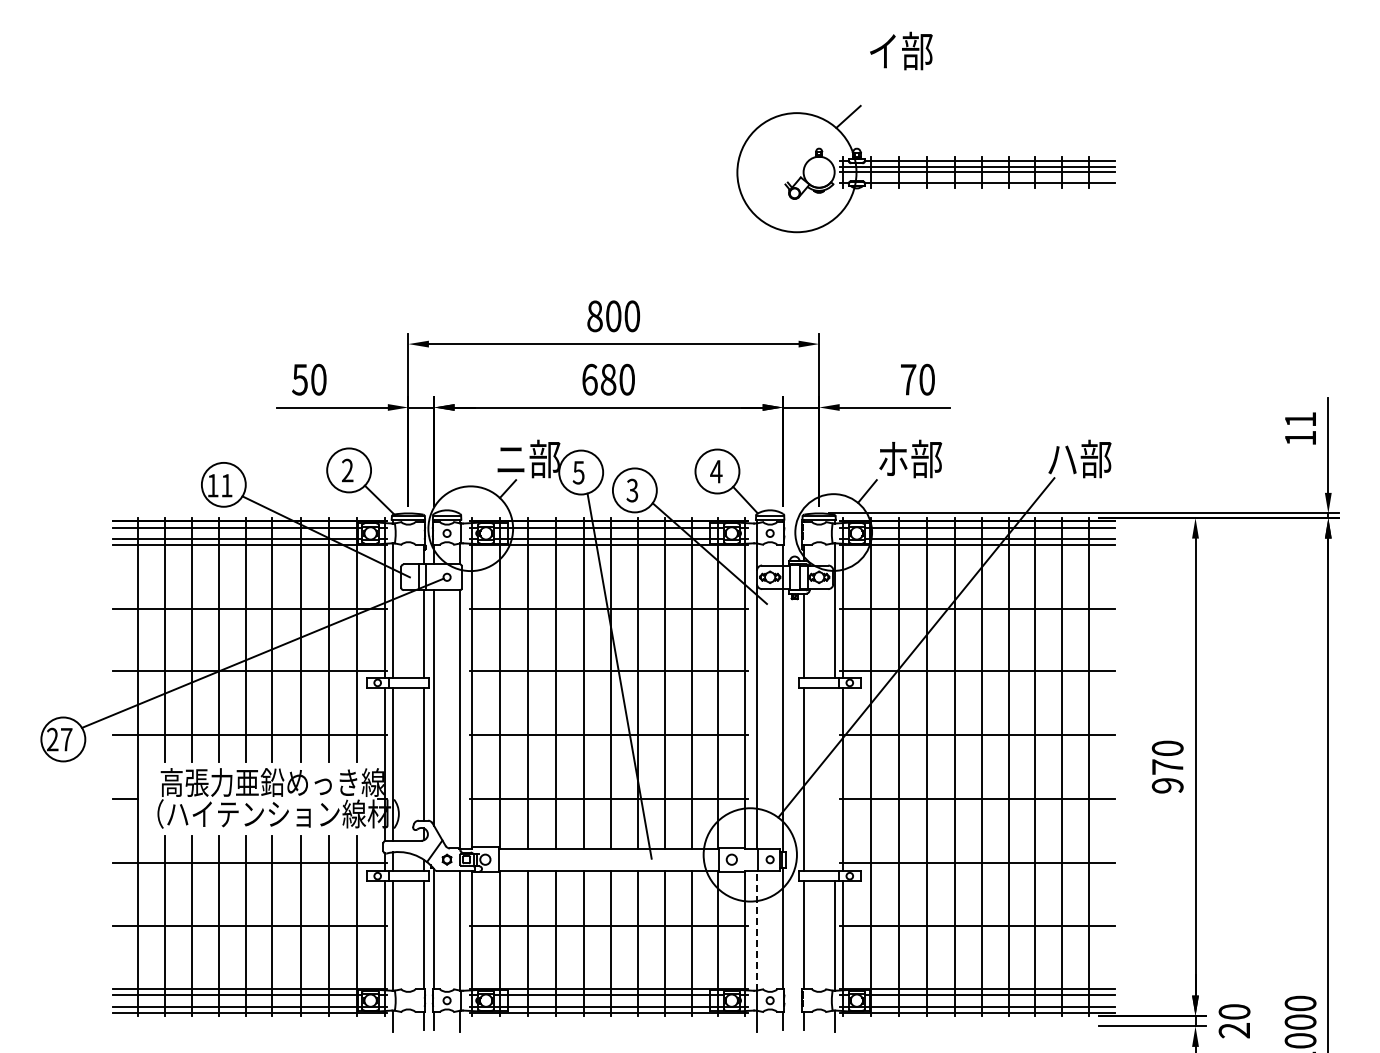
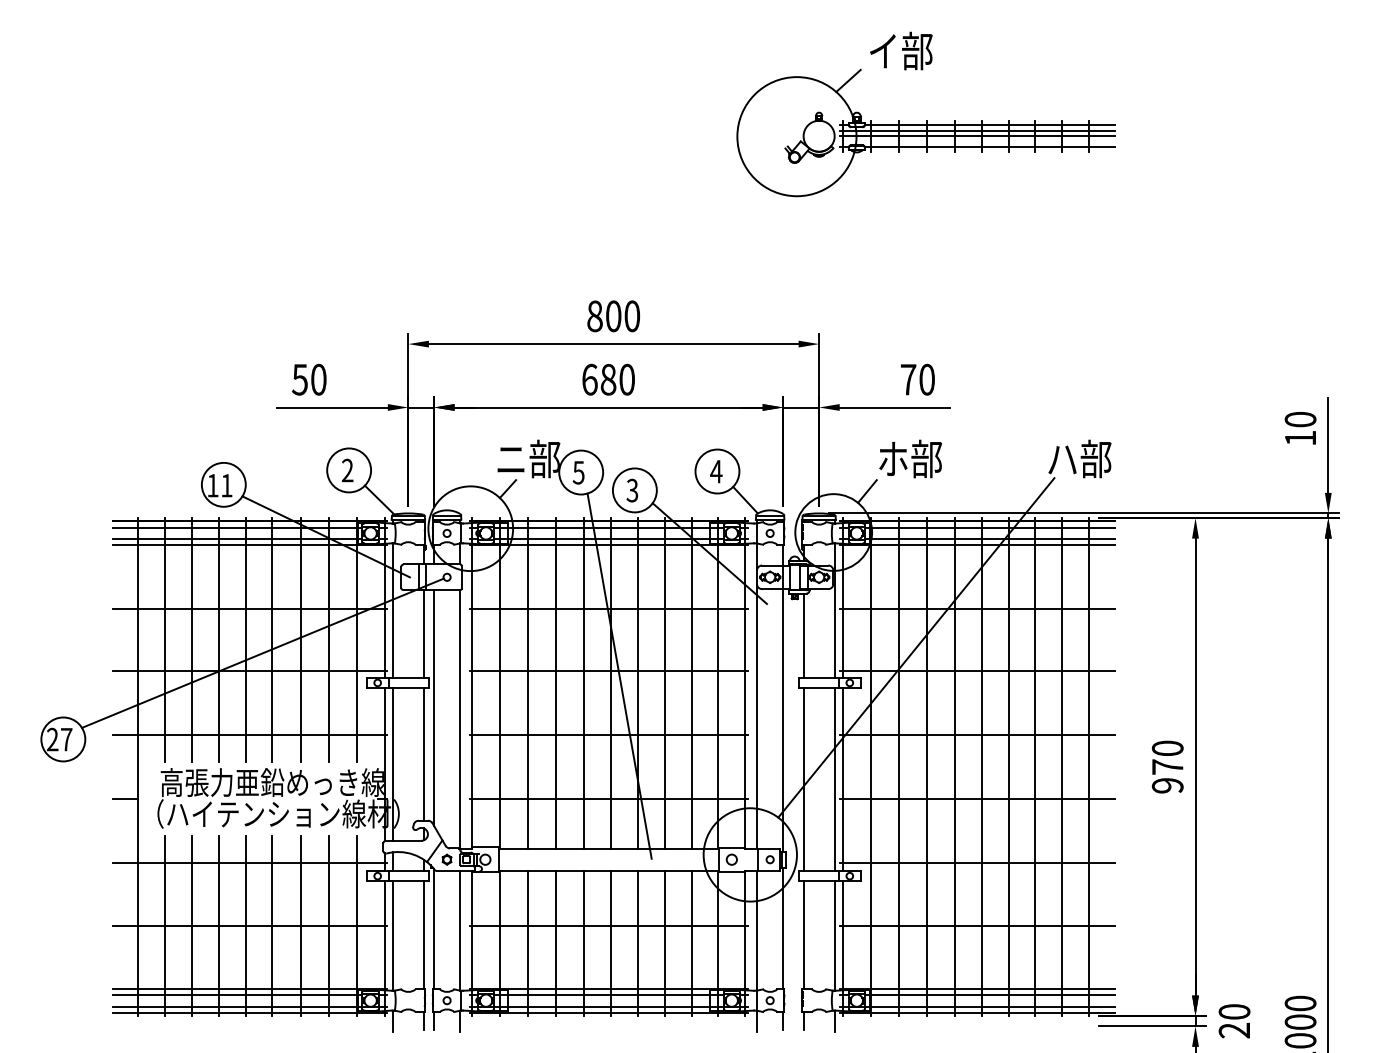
part at (925, 168) position: (925, 168) -> (925, 132)
text at (1300, 419): 11 -> 10
line at (834, 779): none -> present
line at (757, 930): dashed -> solid
